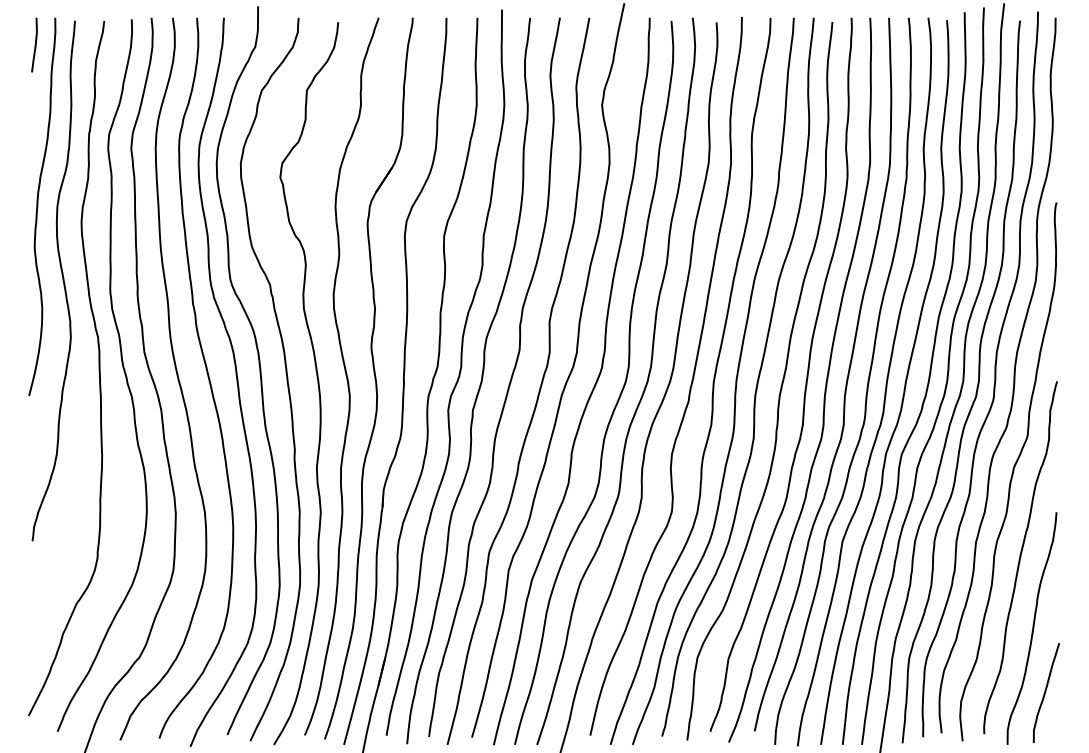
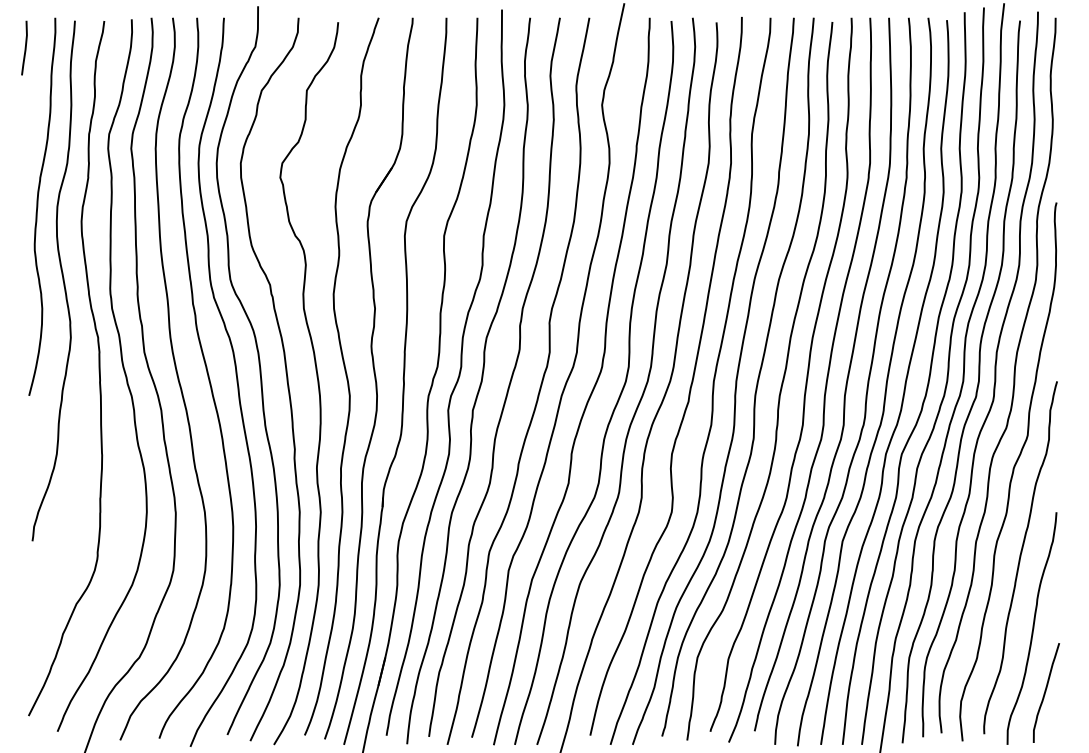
line at (34, 44) position: (34, 44) -> (24, 47)
